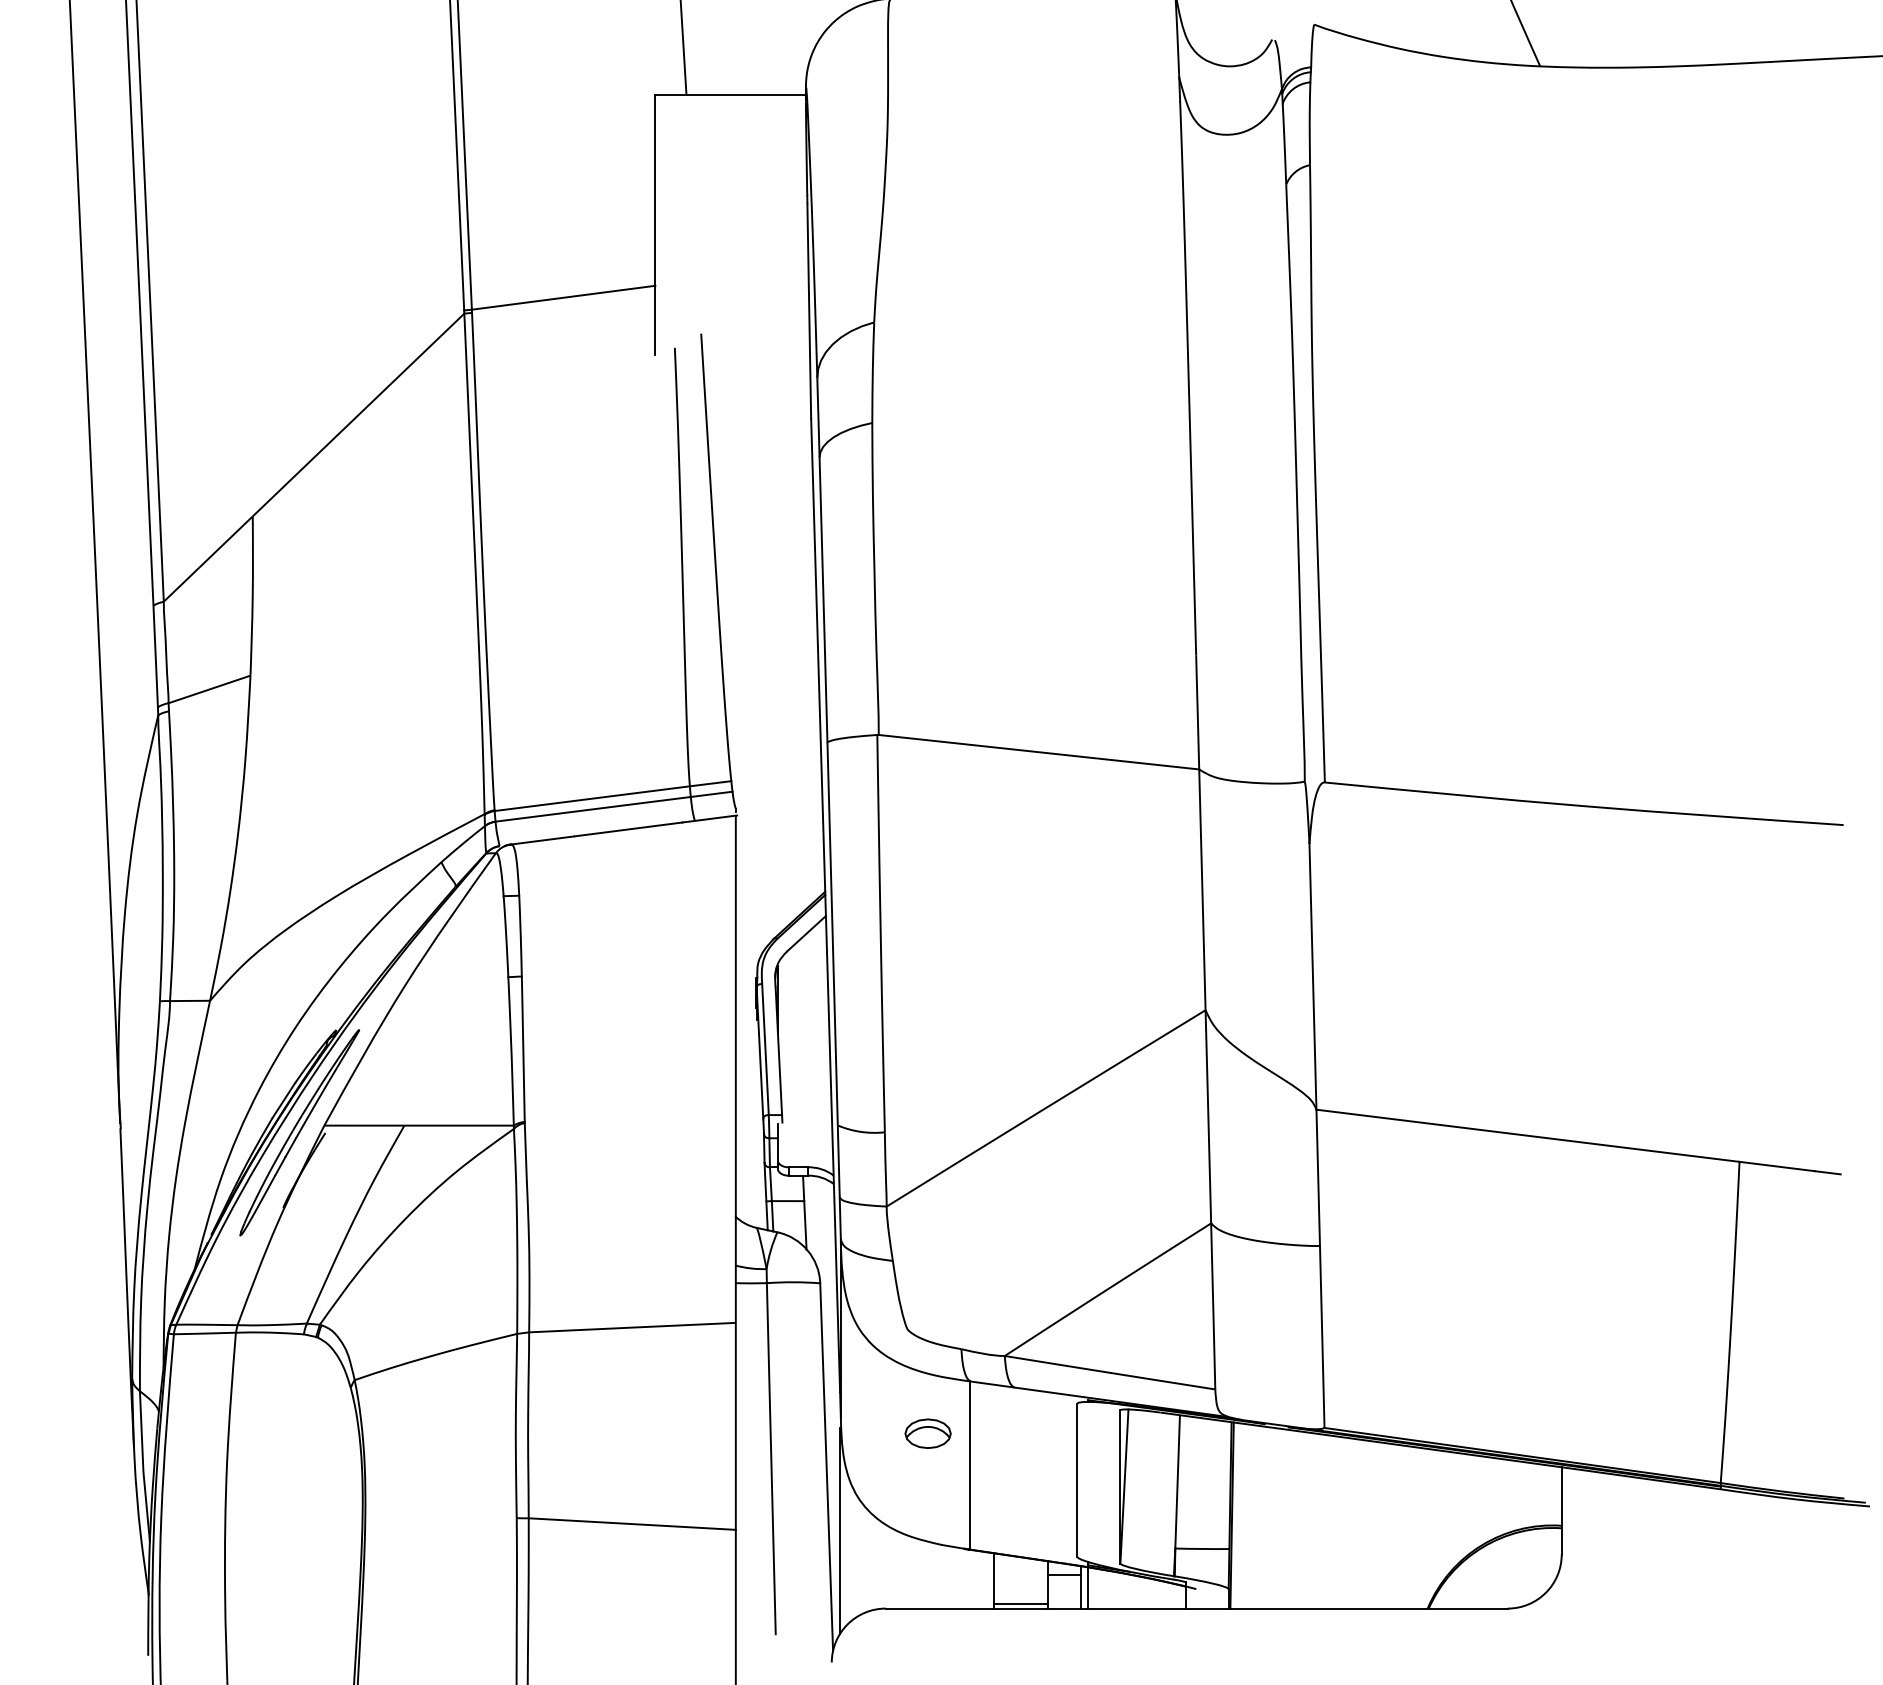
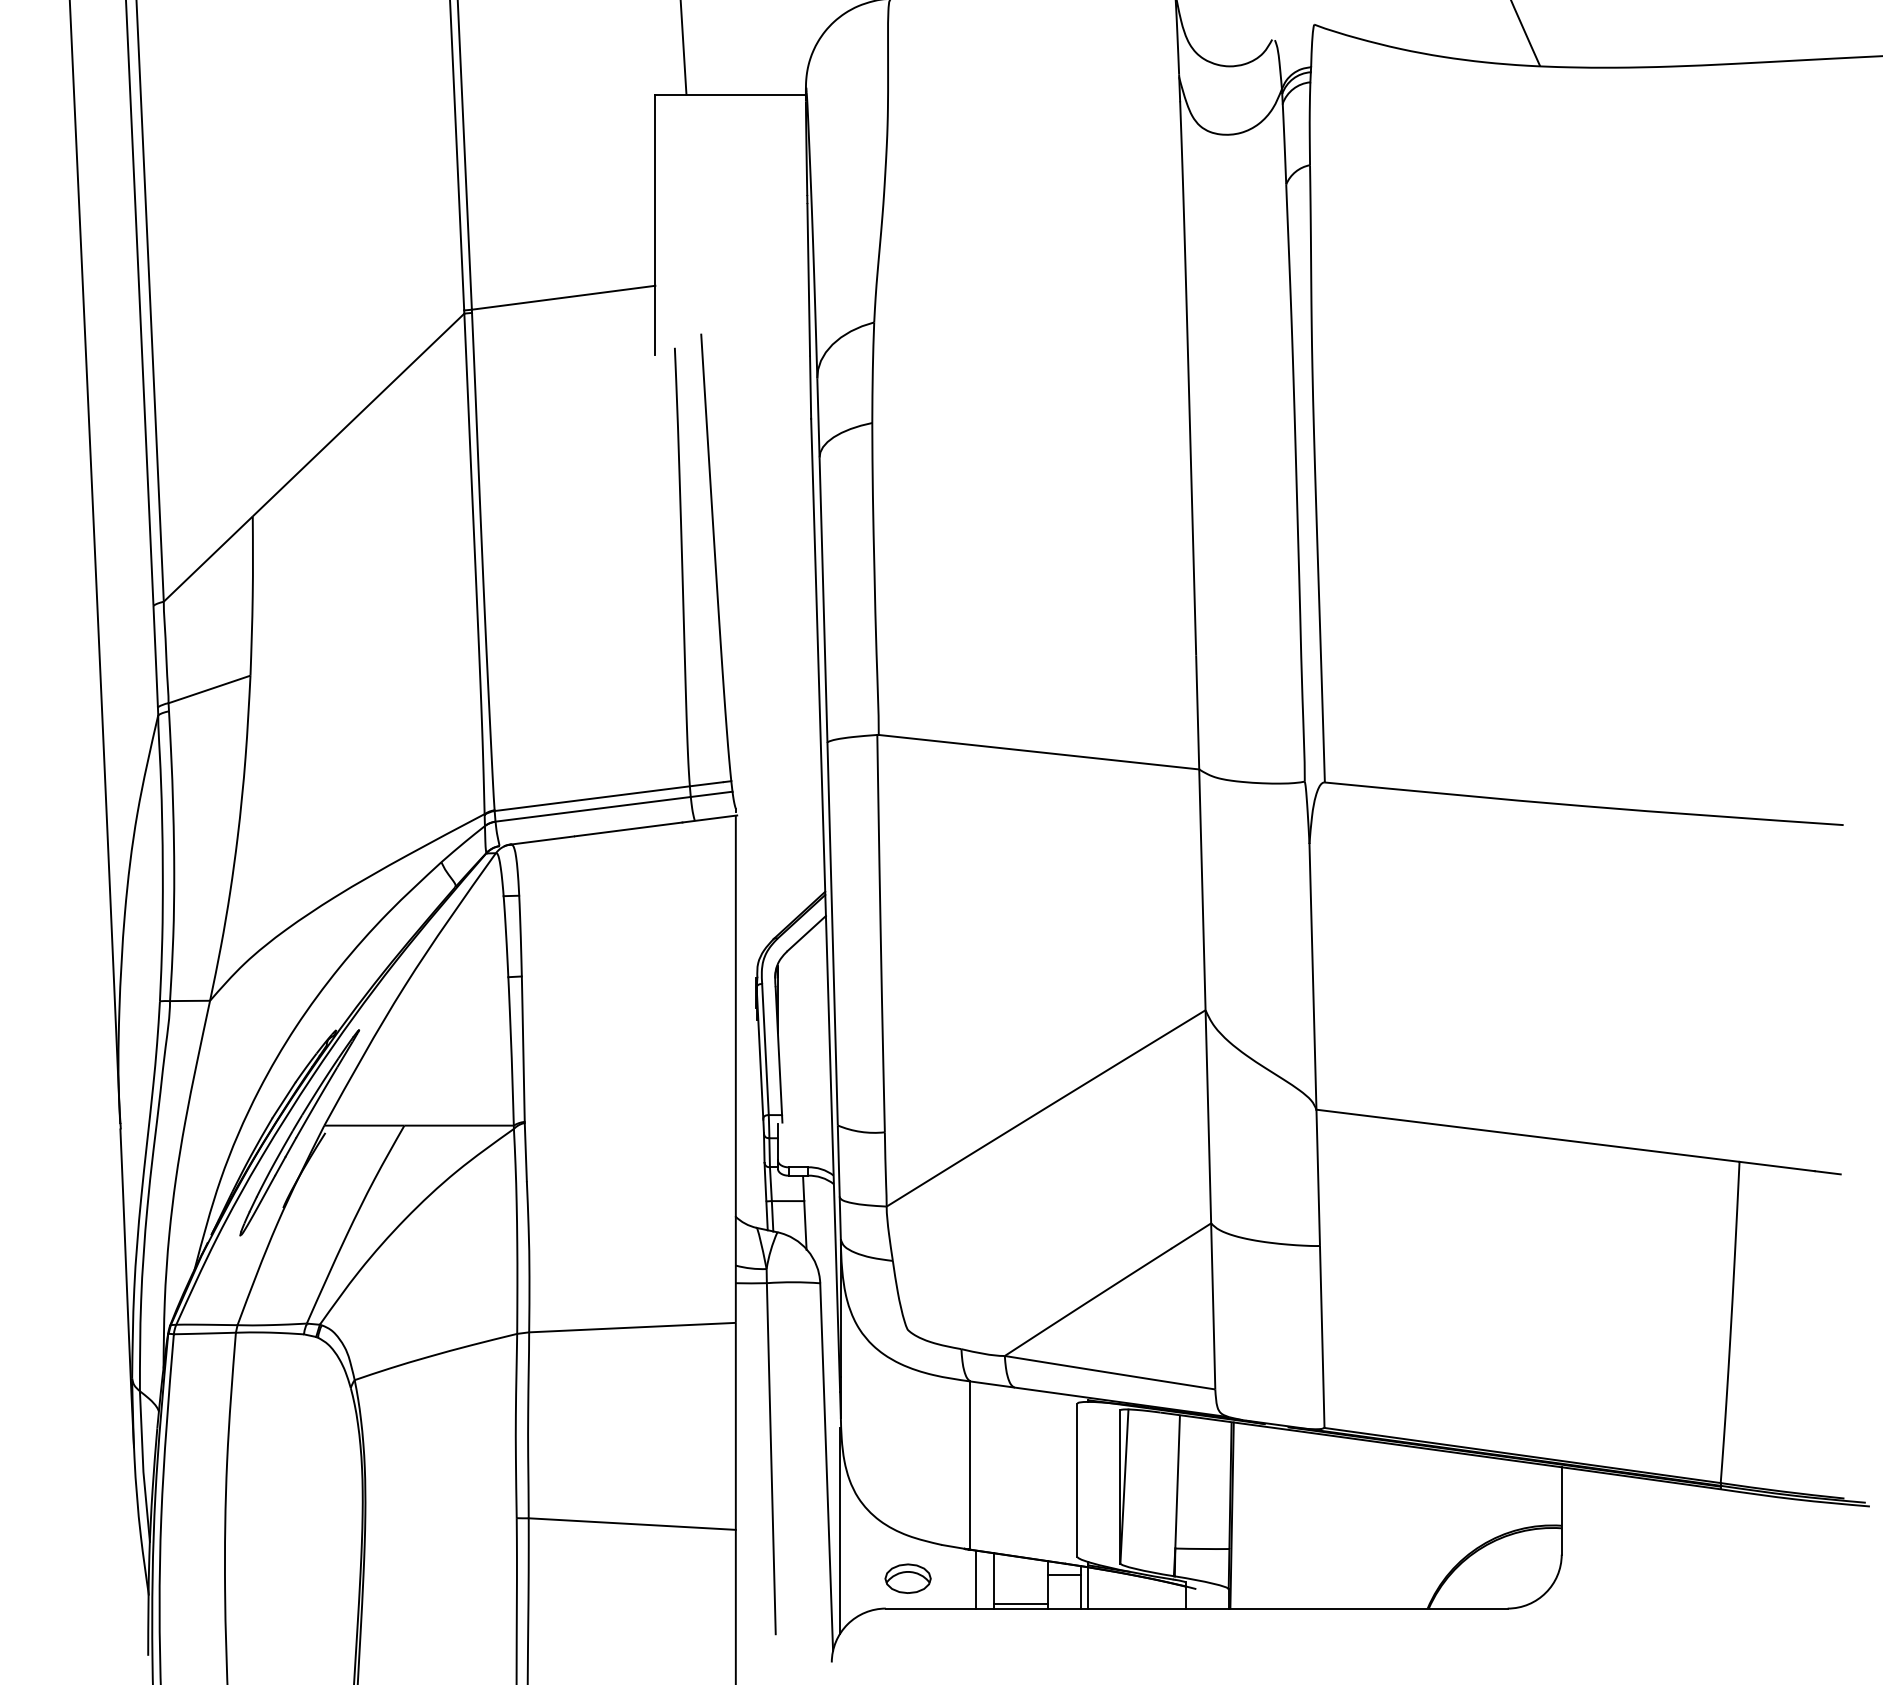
part at (927, 1433) position: (927, 1433) -> (907, 1578)
line at (976, 1579): none -> present
